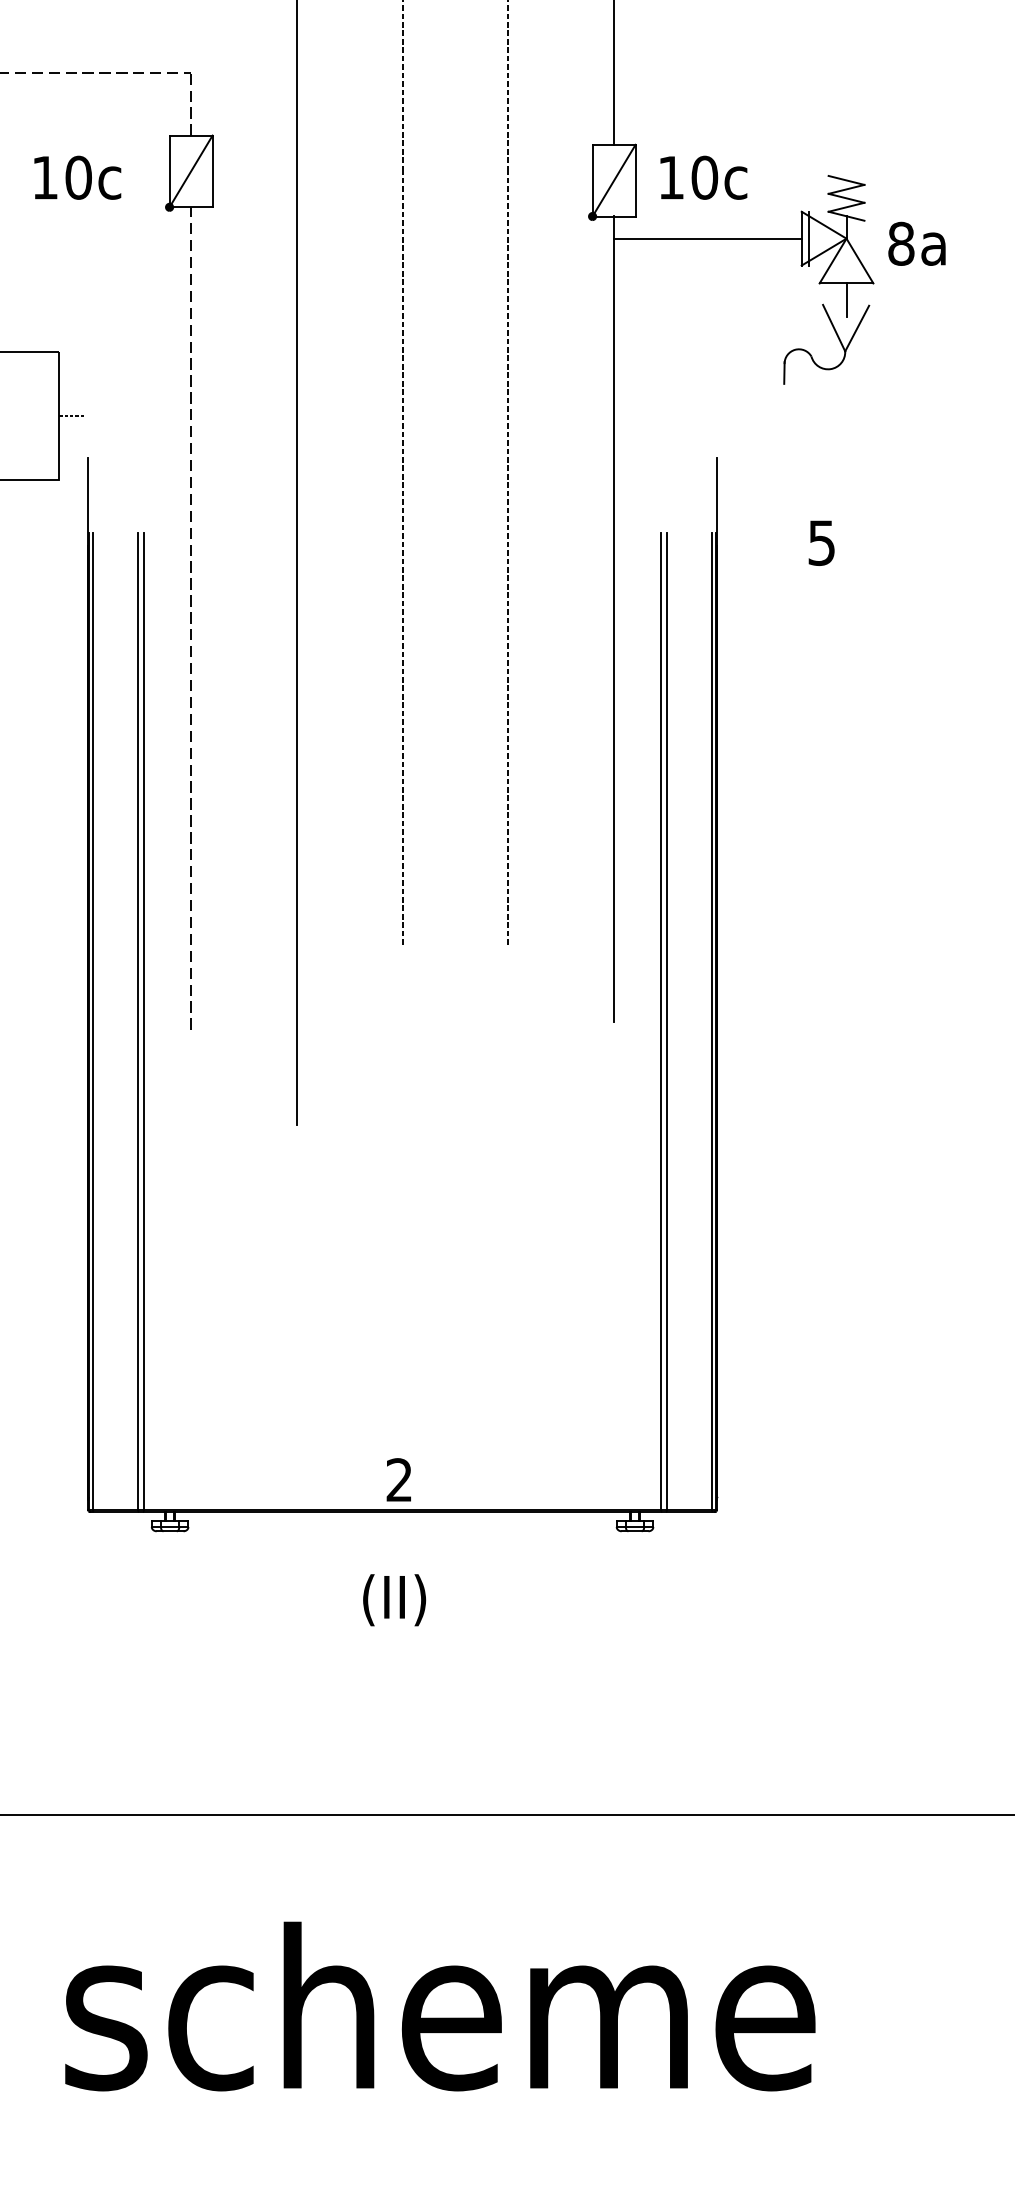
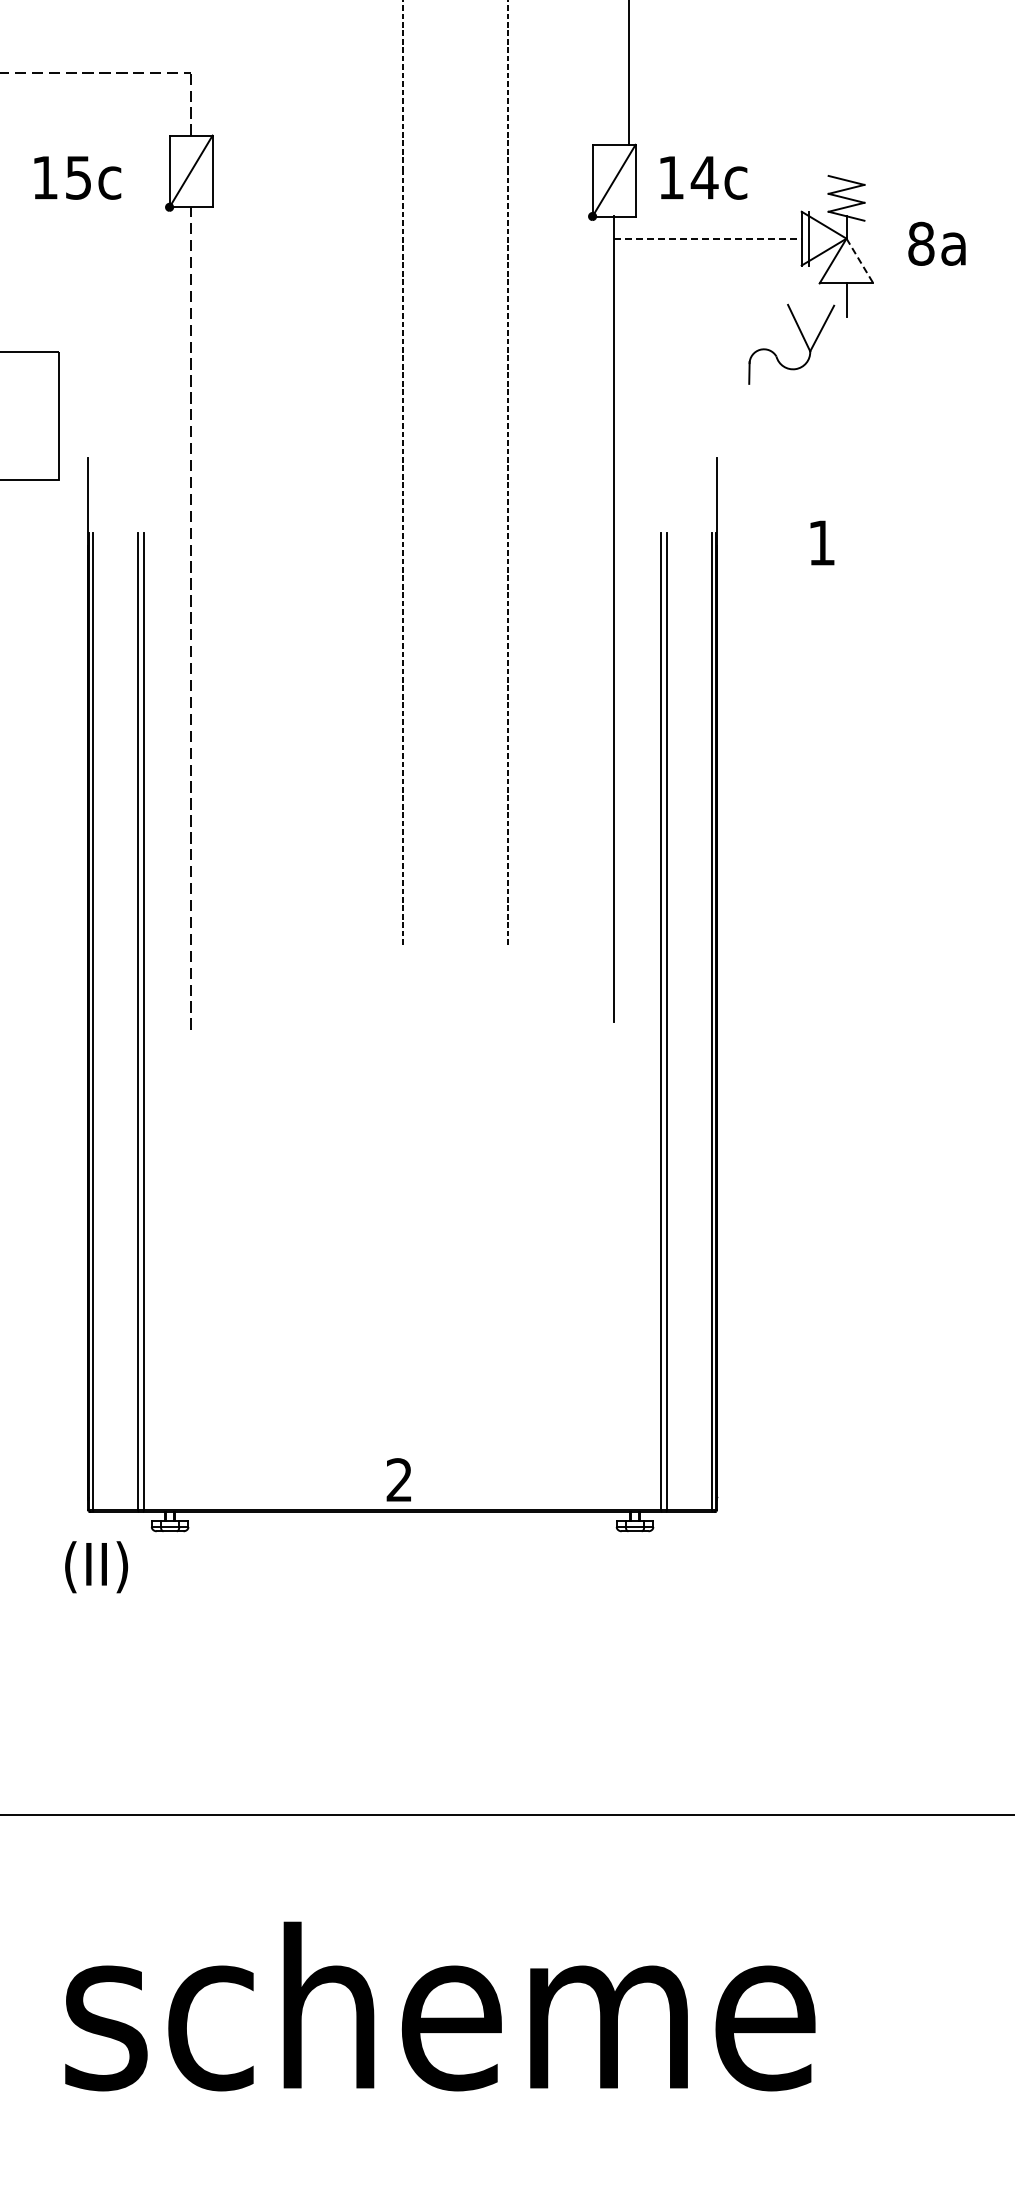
line at (614, 73) position: (614, 73) -> (629, 73)
text at (78, 177): 10c -> 15c
text at (704, 177): 10c -> 14c
line at (707, 238): solid -> dashed
text at (916, 243) position: (916, 243) -> (936, 243)
line at (860, 261): solid -> dashed
part at (837, 337) position: (837, 337) -> (802, 337)
line at (72, 415): present -> none
text at (821, 542): 5 -> 1
line at (296, 563): present -> none
text at (394, 1600) position: (394, 1600) -> (96, 1567)
